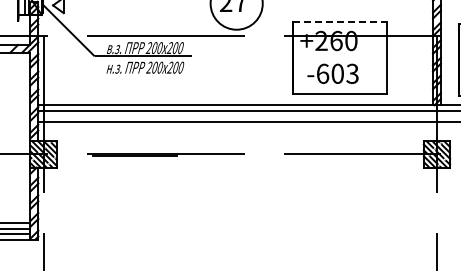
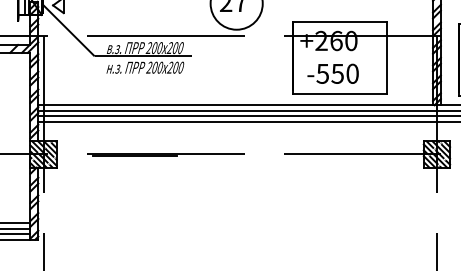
line at (340, 21): dashed -> solid
text at (337, 73): -603 -> -550
line at (247, 115): none -> present
